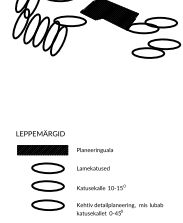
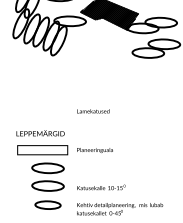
hatch at (42, 149): present -> none
text at (93, 168) position: (93, 168) -> (93, 111)
part at (47, 204) size: 34x12 px -> 28x10 px
